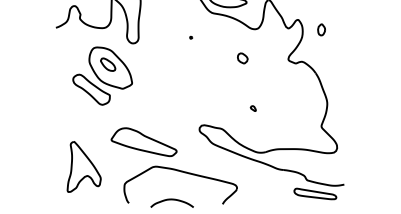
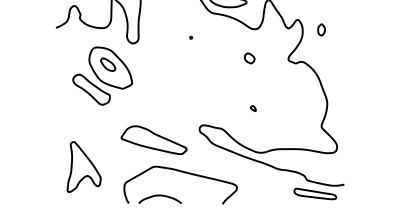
part at (242, 58) position: (242, 58) -> (249, 58)
part at (143, 142) position: (143, 142) -> (153, 140)
curve at (171, 200) position: (171, 200) -> (159, 196)
